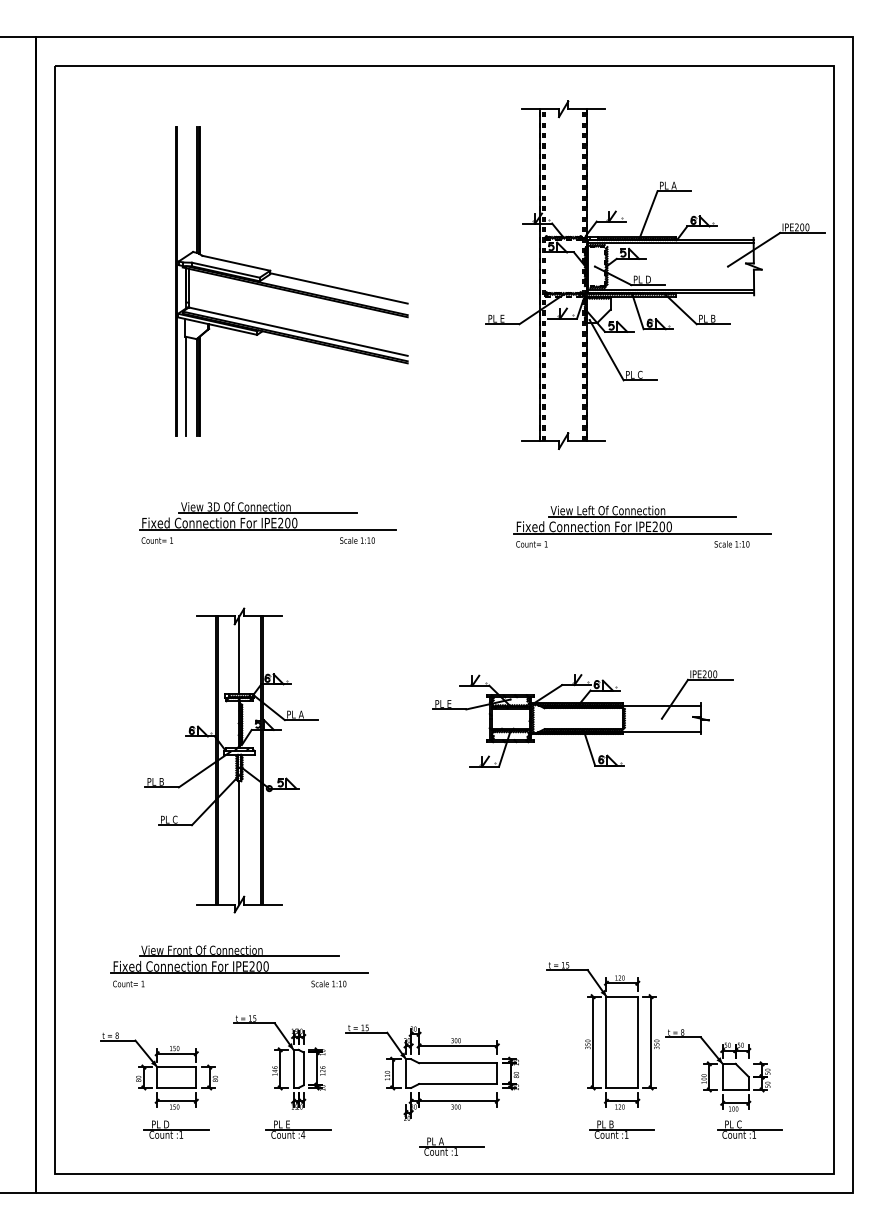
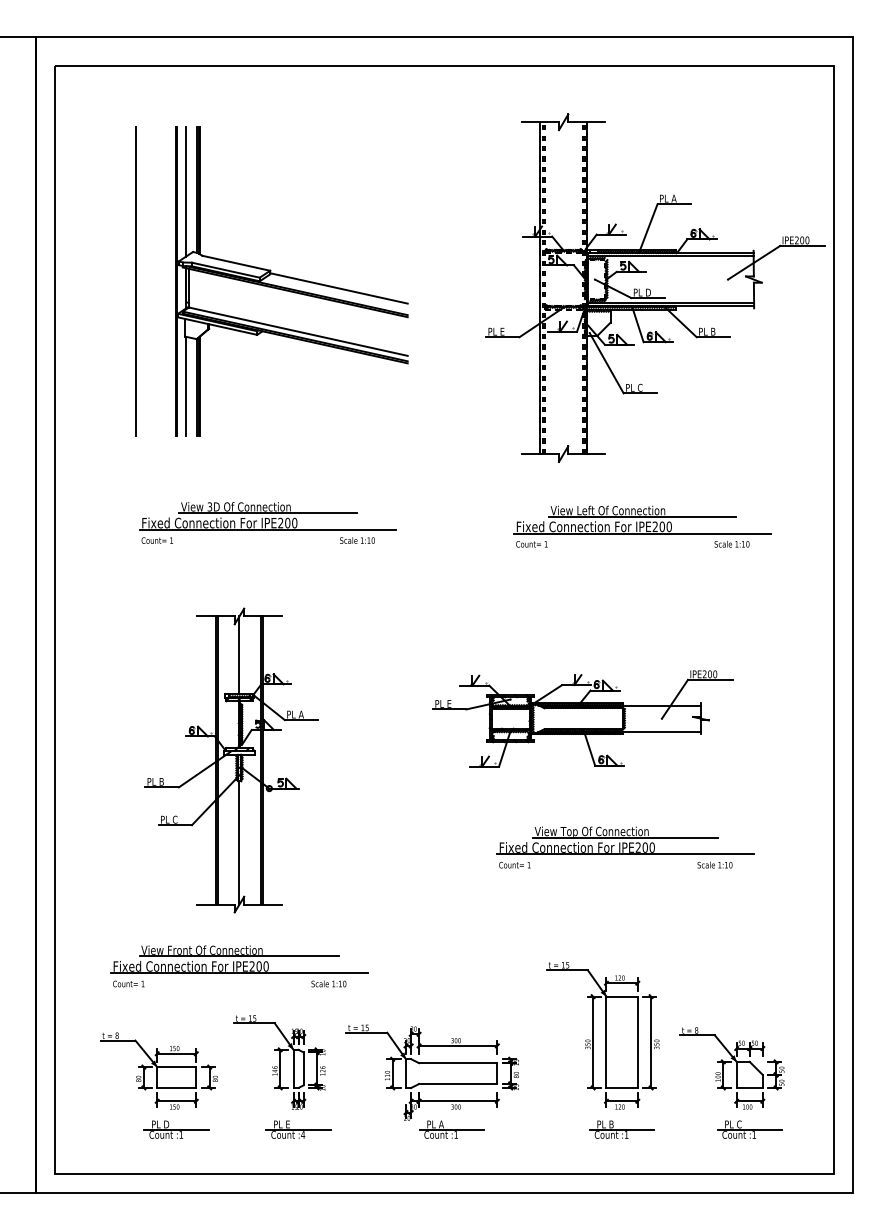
line at (185, 191): none -> present
part at (655, 274) position: (655, 274) -> (655, 287)
line at (135, 281): none -> present
part at (625, 847): none -> present
part at (717, 1070) position: (717, 1070) -> (731, 1068)
part at (451, 1146) position: (451, 1146) -> (451, 1129)
